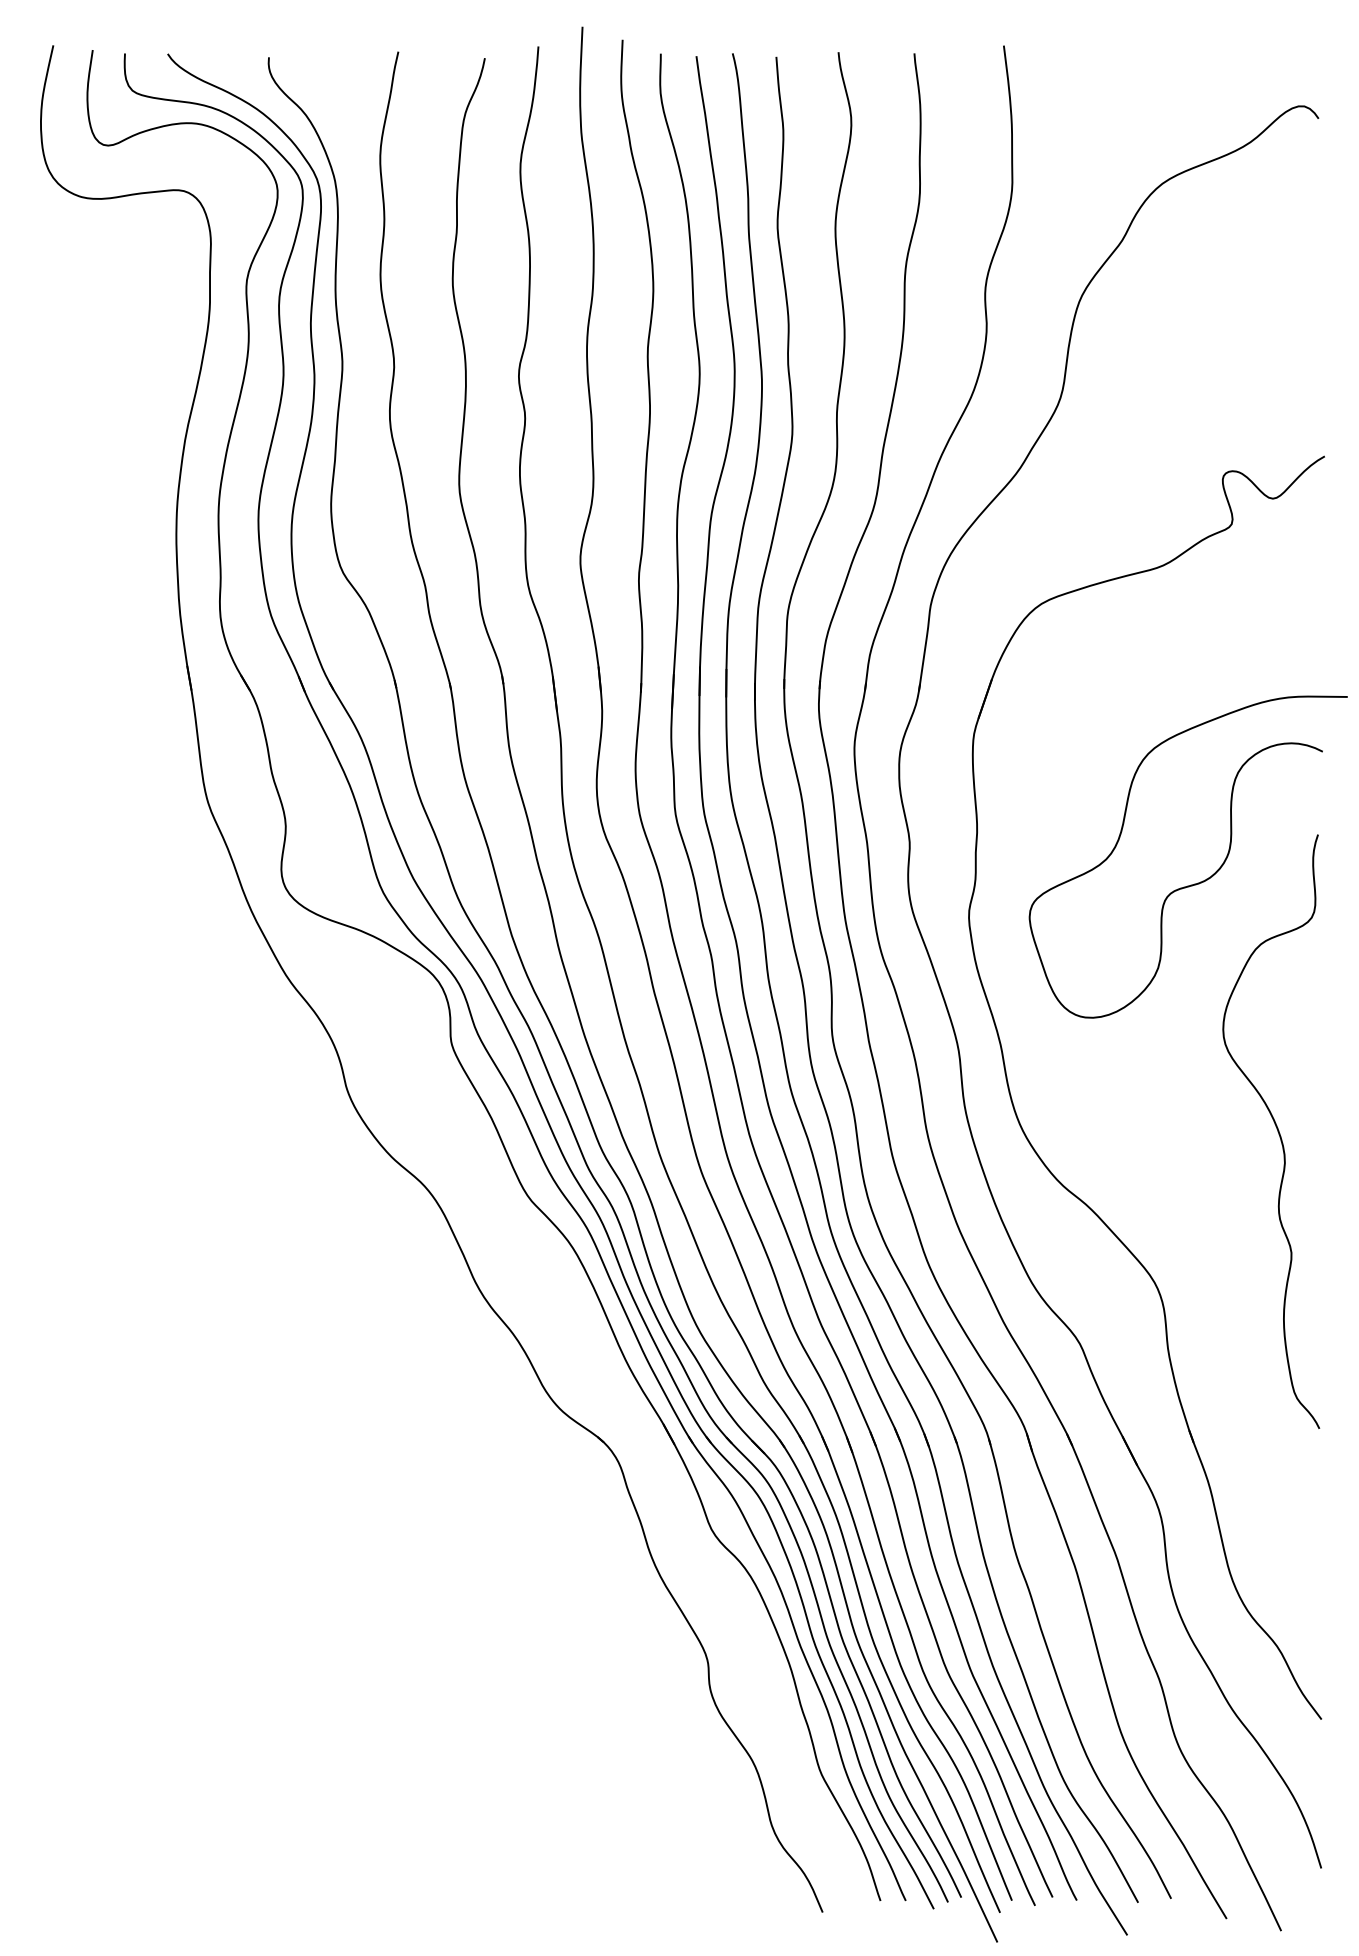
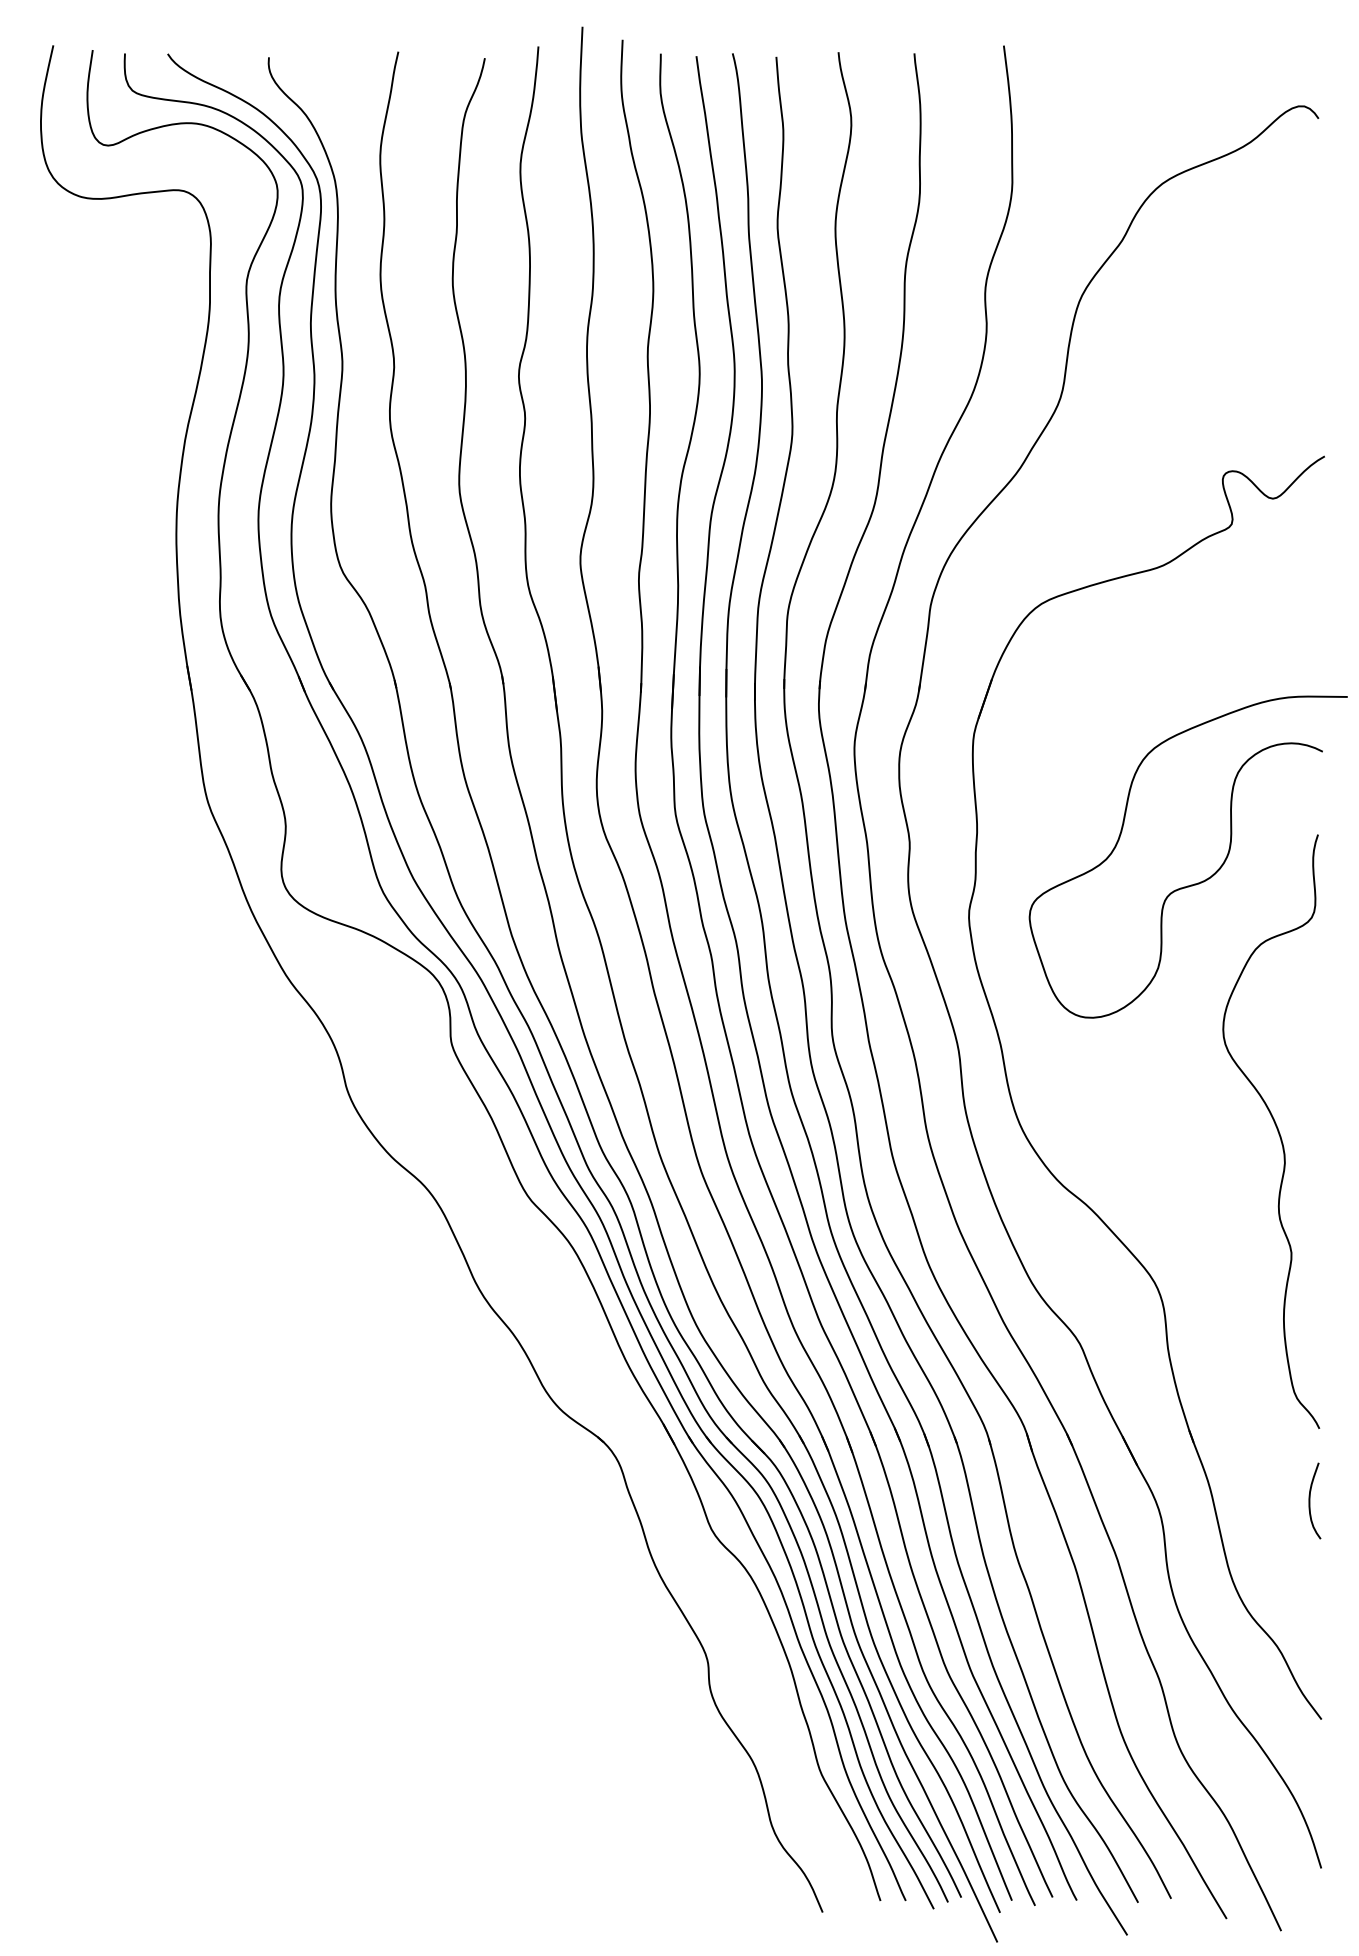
curve at (1310, 1500): none -> present
